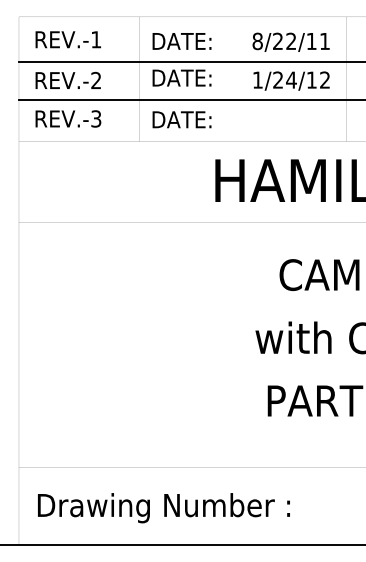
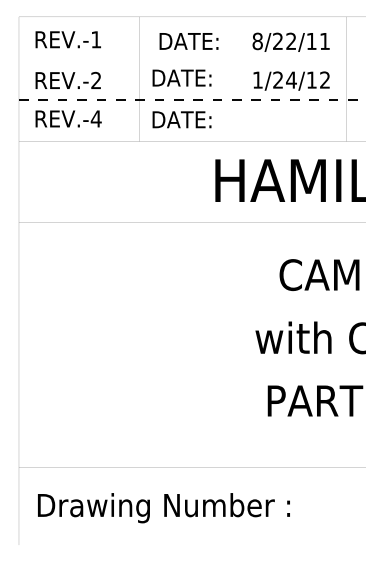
text at (181, 41) position: (181, 41) -> (188, 41)
line at (190, 61): present -> none
line at (192, 100): solid -> dashed
text at (95, 118): REV.-3 -> REV.-4
line at (182, 545): present -> none
